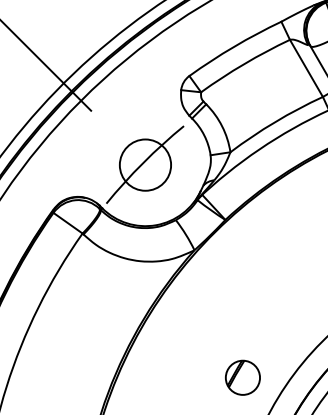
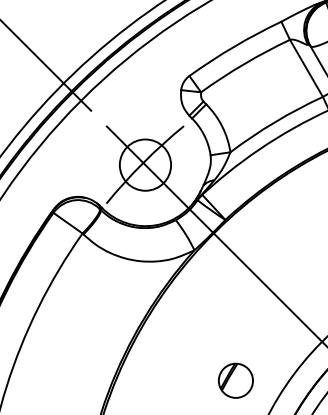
line at (215, 235): none -> present
part at (242, 377) position: (242, 377) -> (235, 380)
